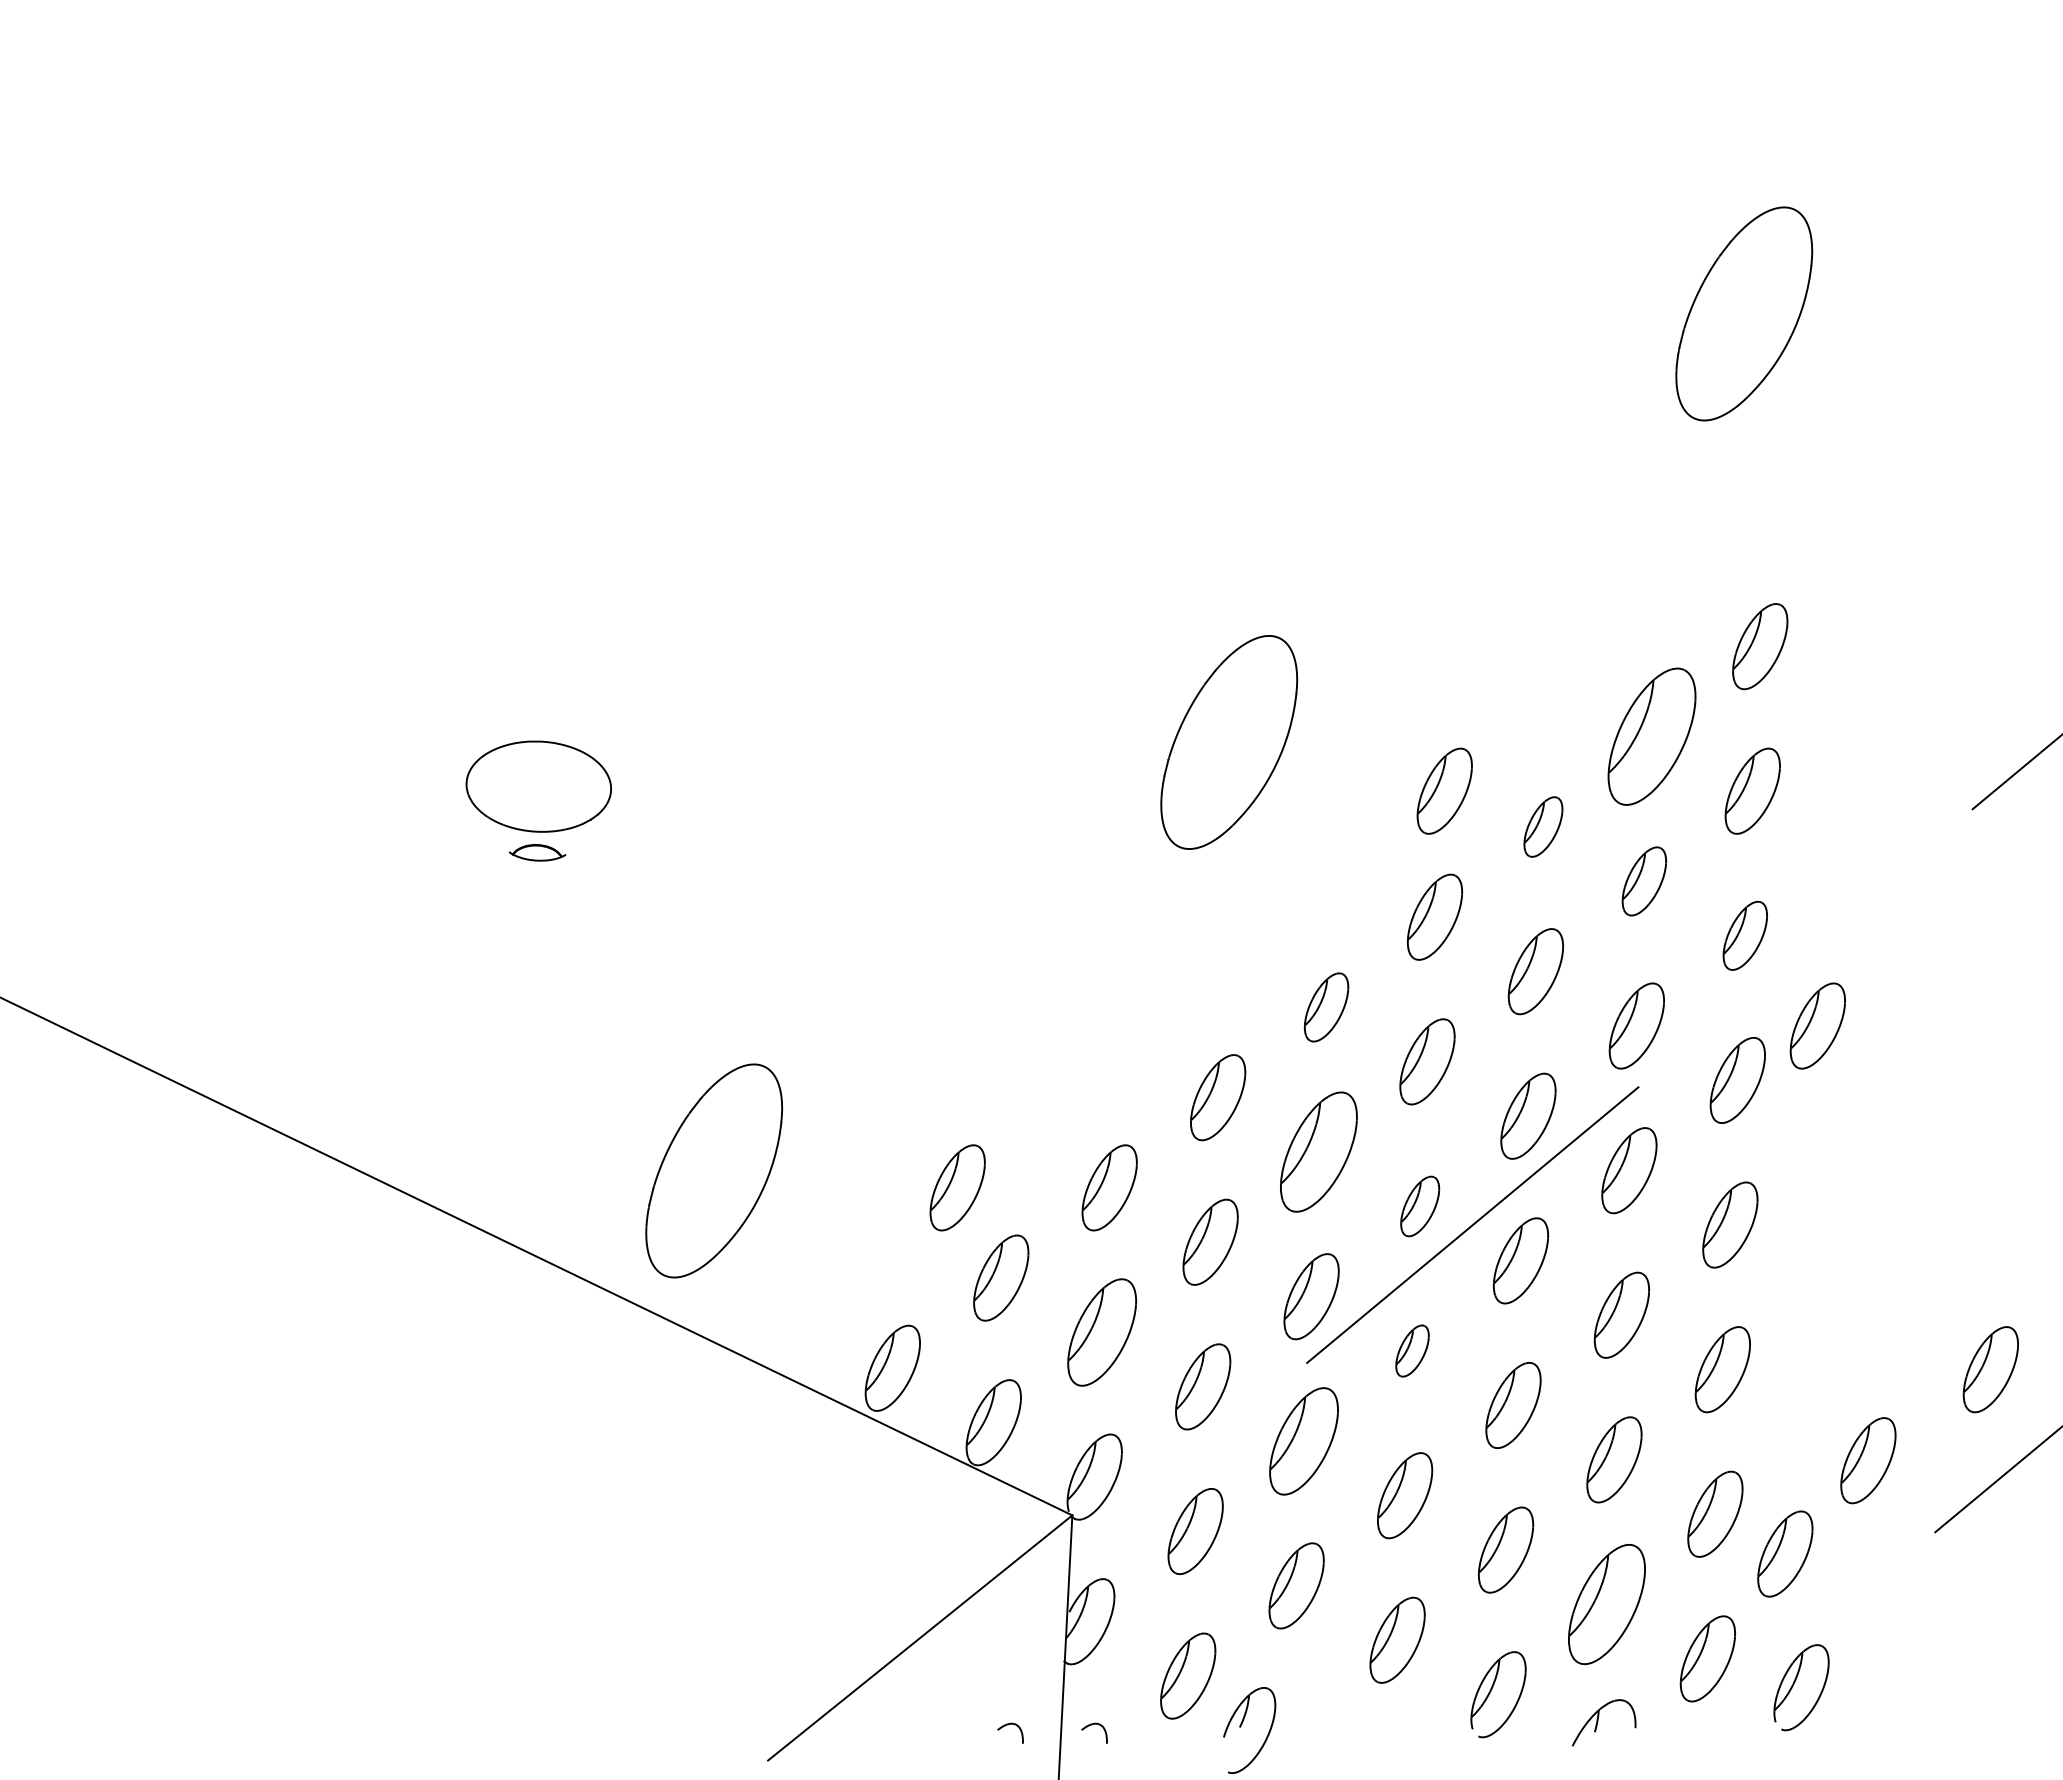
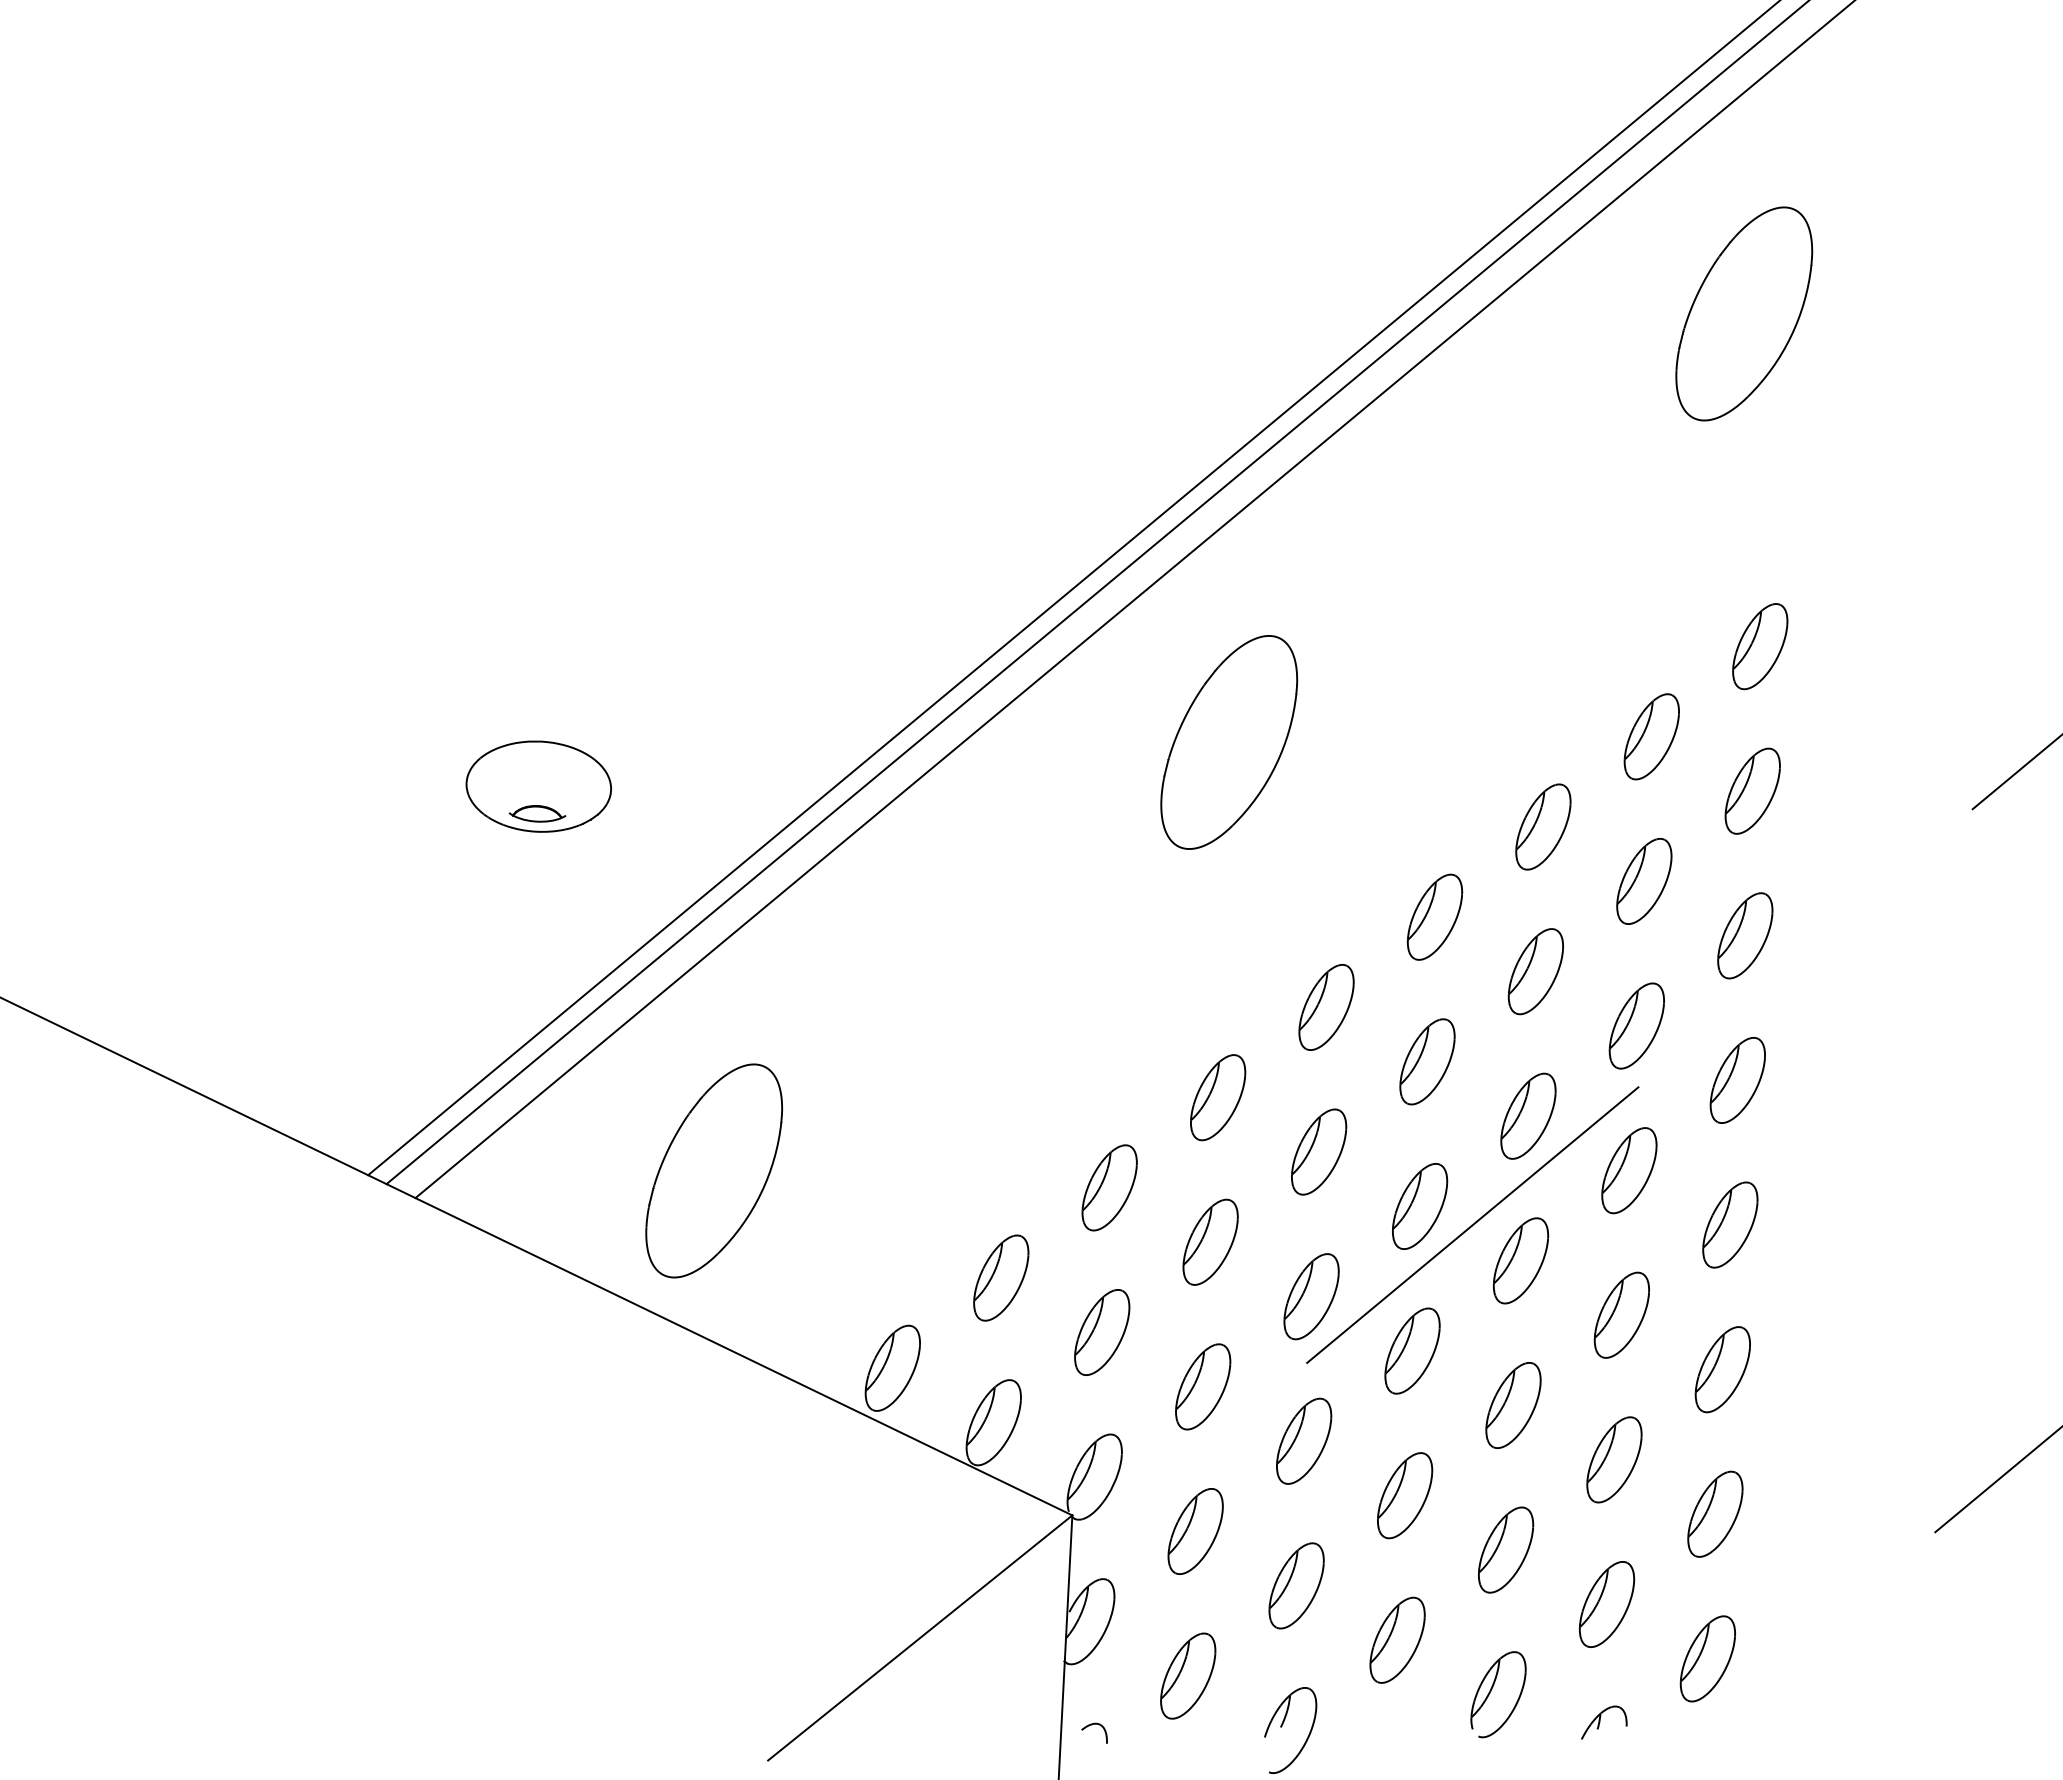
line at (1073, 588): none -> present
line at (1096, 593): none -> present
line at (1133, 600): none -> present
part at (1651, 736) size: 90x139 px -> 57x88 px
part at (1444, 790): present -> none
part at (1543, 826) size: 41x62 px -> 57x88 px
part at (537, 852) position: (537, 852) -> (537, 813)
part at (1643, 881) size: 46x71 px -> 57x87 px
part at (1744, 935) size: 46x71 px -> 57x88 px
part at (1326, 1007) size: 47x71 px -> 57x87 px
part at (1817, 1025): present -> none
part at (1318, 1151) size: 78x122 px -> 57x88 px
part at (957, 1187): present -> none
part at (1420, 1206) size: 41x63 px -> 57x87 px
part at (1102, 1332) size: 71x109 px -> 57x87 px
part at (1412, 1350) size: 35x54 px -> 57x88 px
part at (1990, 1369): present -> none
part at (1303, 1441) size: 70x109 px -> 57x88 px
part at (1868, 1460): present -> none
part at (1785, 1553): present -> none
part at (1606, 1604) size: 78x122 px -> 58x87 px
part at (1794, 1684): present -> none
part at (1604, 1722) size: 65x48 px -> 47x35 px
part at (1008, 1725): present -> none
part at (1241, 1726) position: (1241, 1726) -> (1282, 1726)
